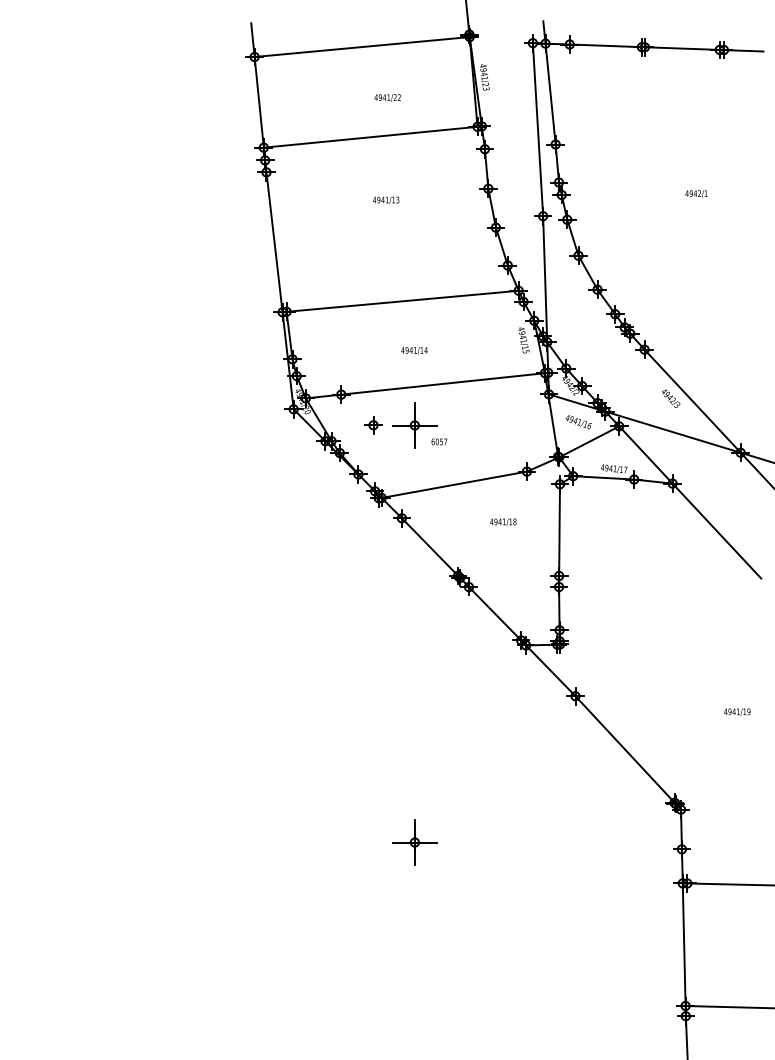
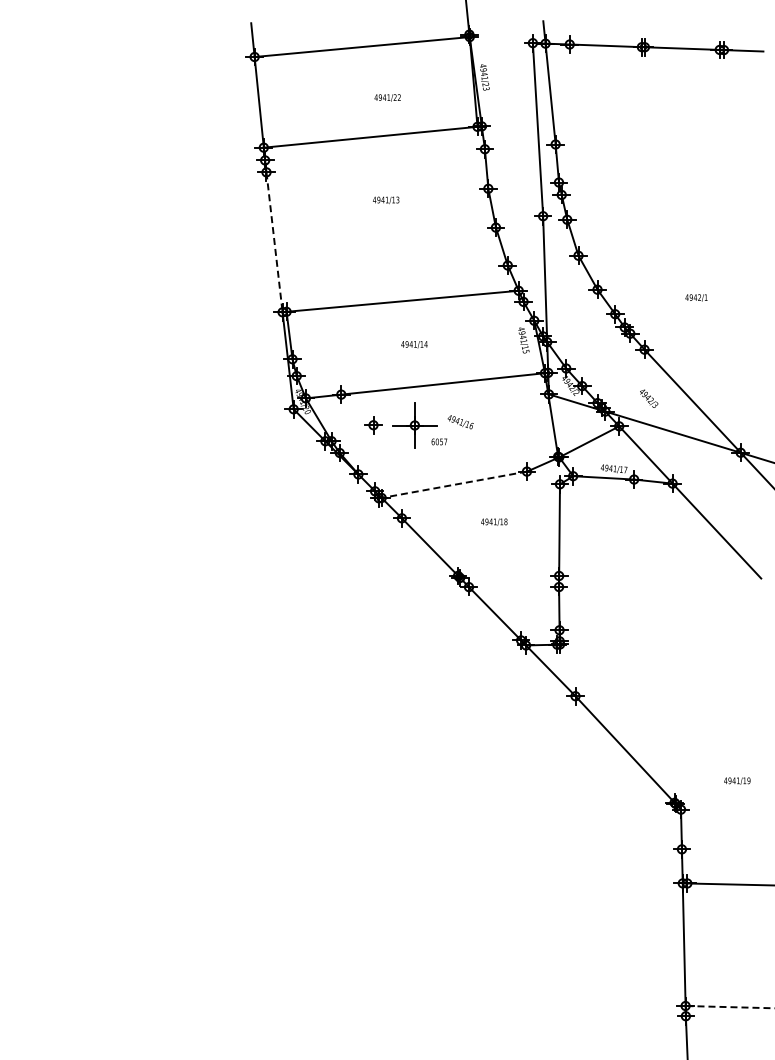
text at (696, 193) position: (696, 193) -> (696, 297)
line at (274, 242): solid -> dashed
text at (414, 350) position: (414, 350) -> (414, 344)
text at (671, 398) position: (671, 398) -> (649, 398)
text at (578, 422) position: (578, 422) -> (460, 422)
line at (454, 484): solid -> dashed
text at (503, 521) position: (503, 521) -> (494, 521)
text at (737, 711) position: (737, 711) -> (737, 780)
part at (414, 842): present -> none
line at (729, 1007): solid -> dashed
